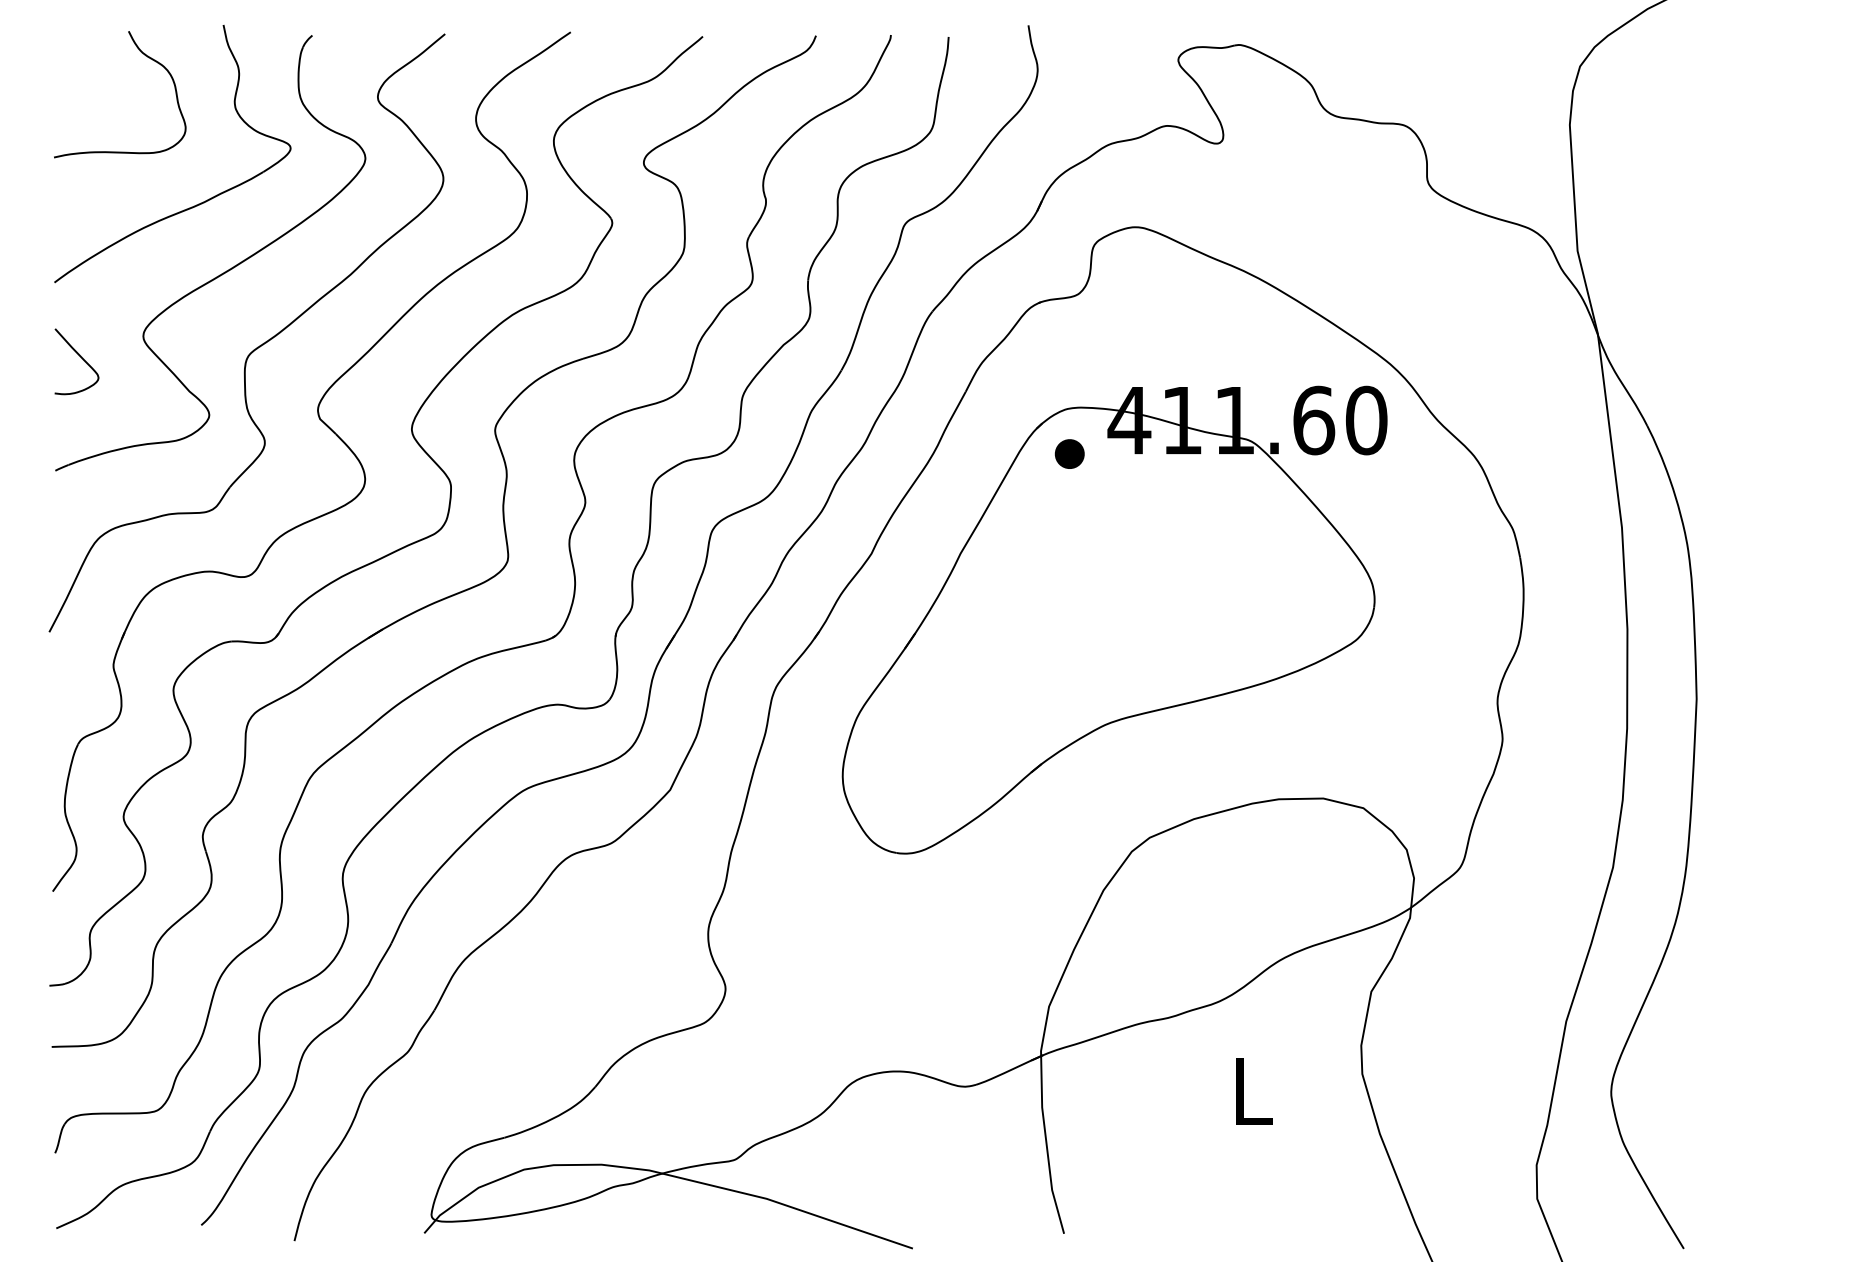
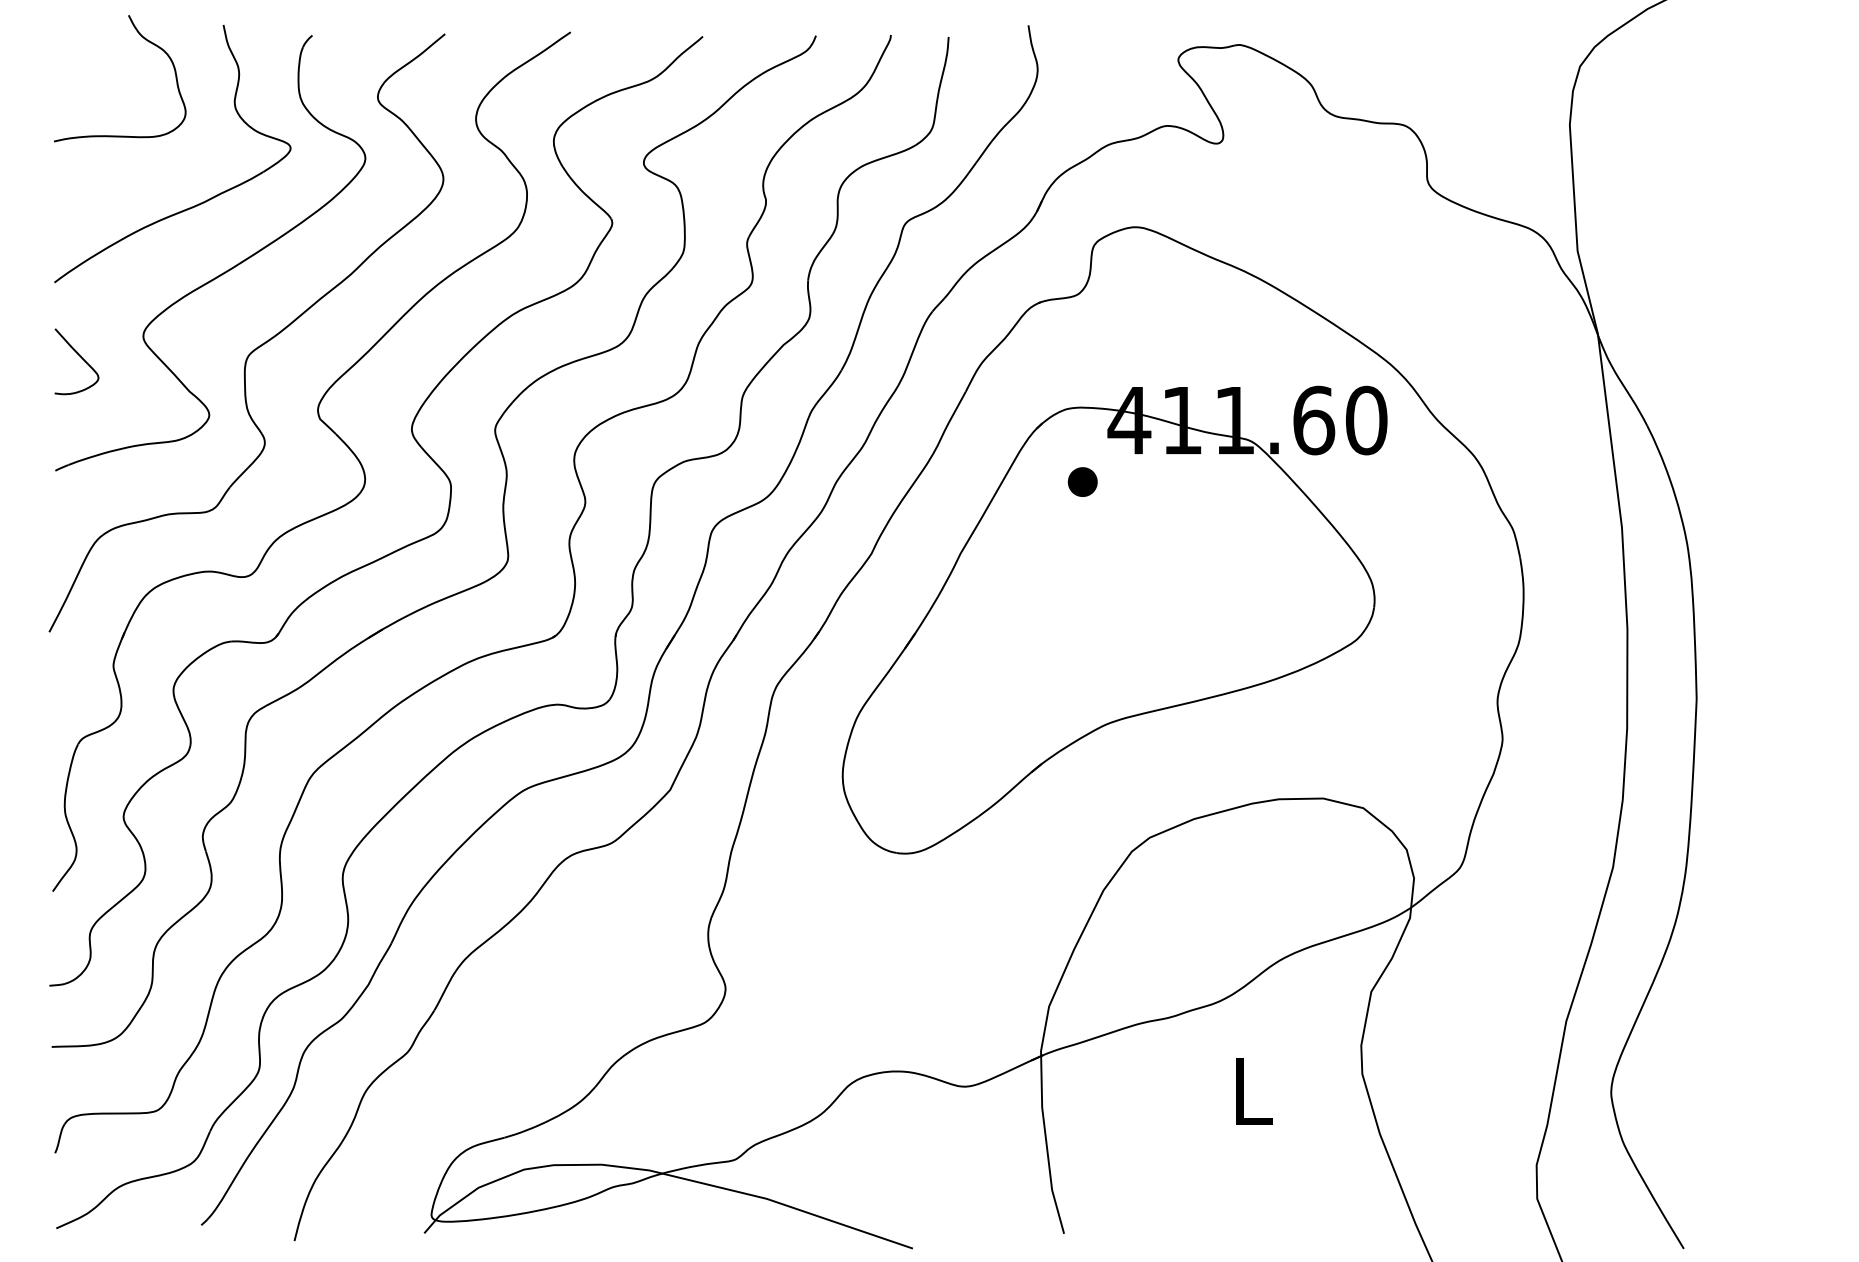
curve at (145, 56) position: (145, 56) -> (145, 40)
part at (1069, 453) position: (1069, 453) -> (1082, 481)
